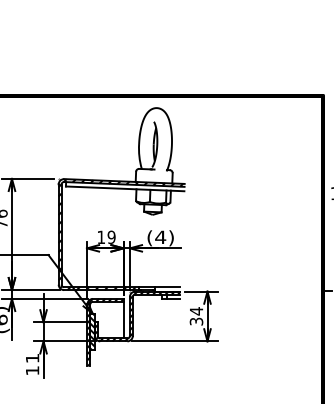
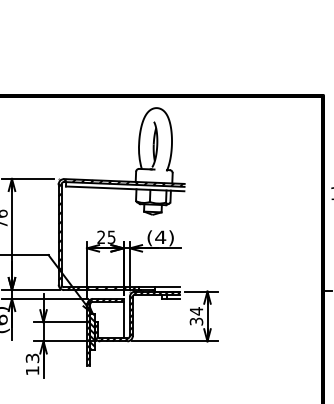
text at (106, 236): 19 -> 25
text at (32, 358): 11 -> 13
